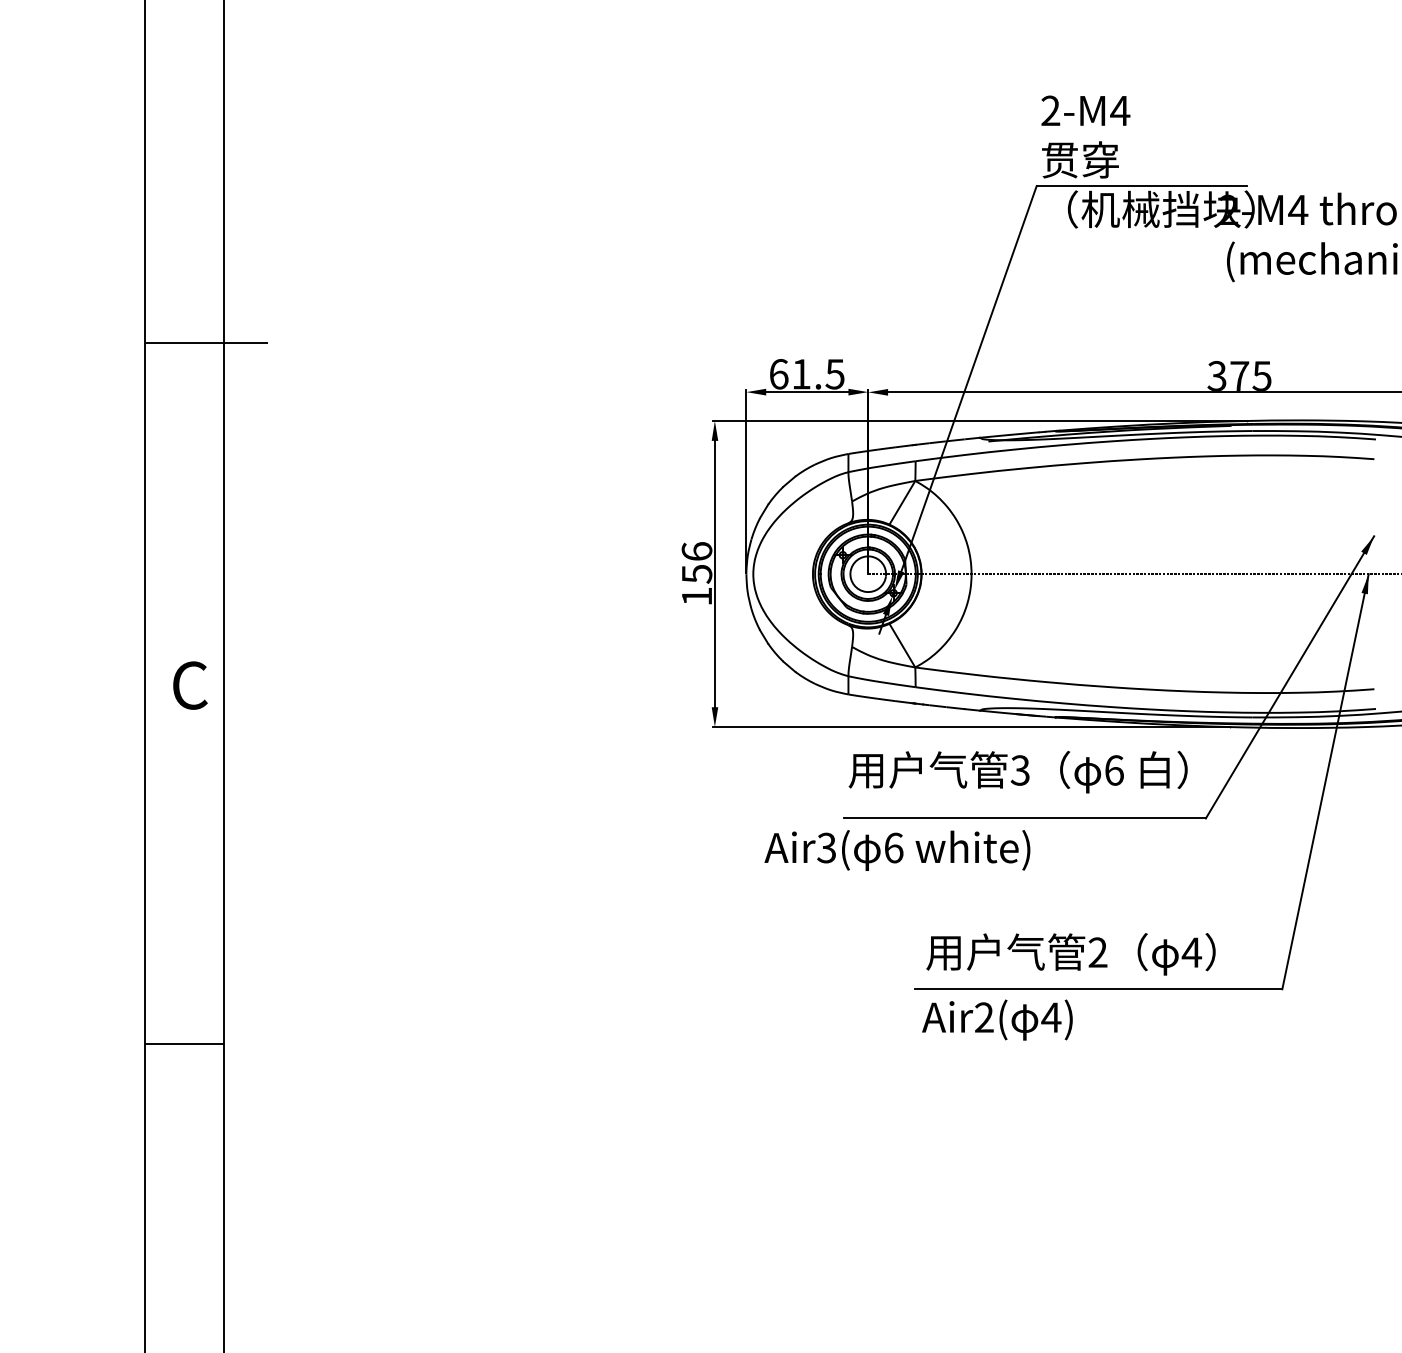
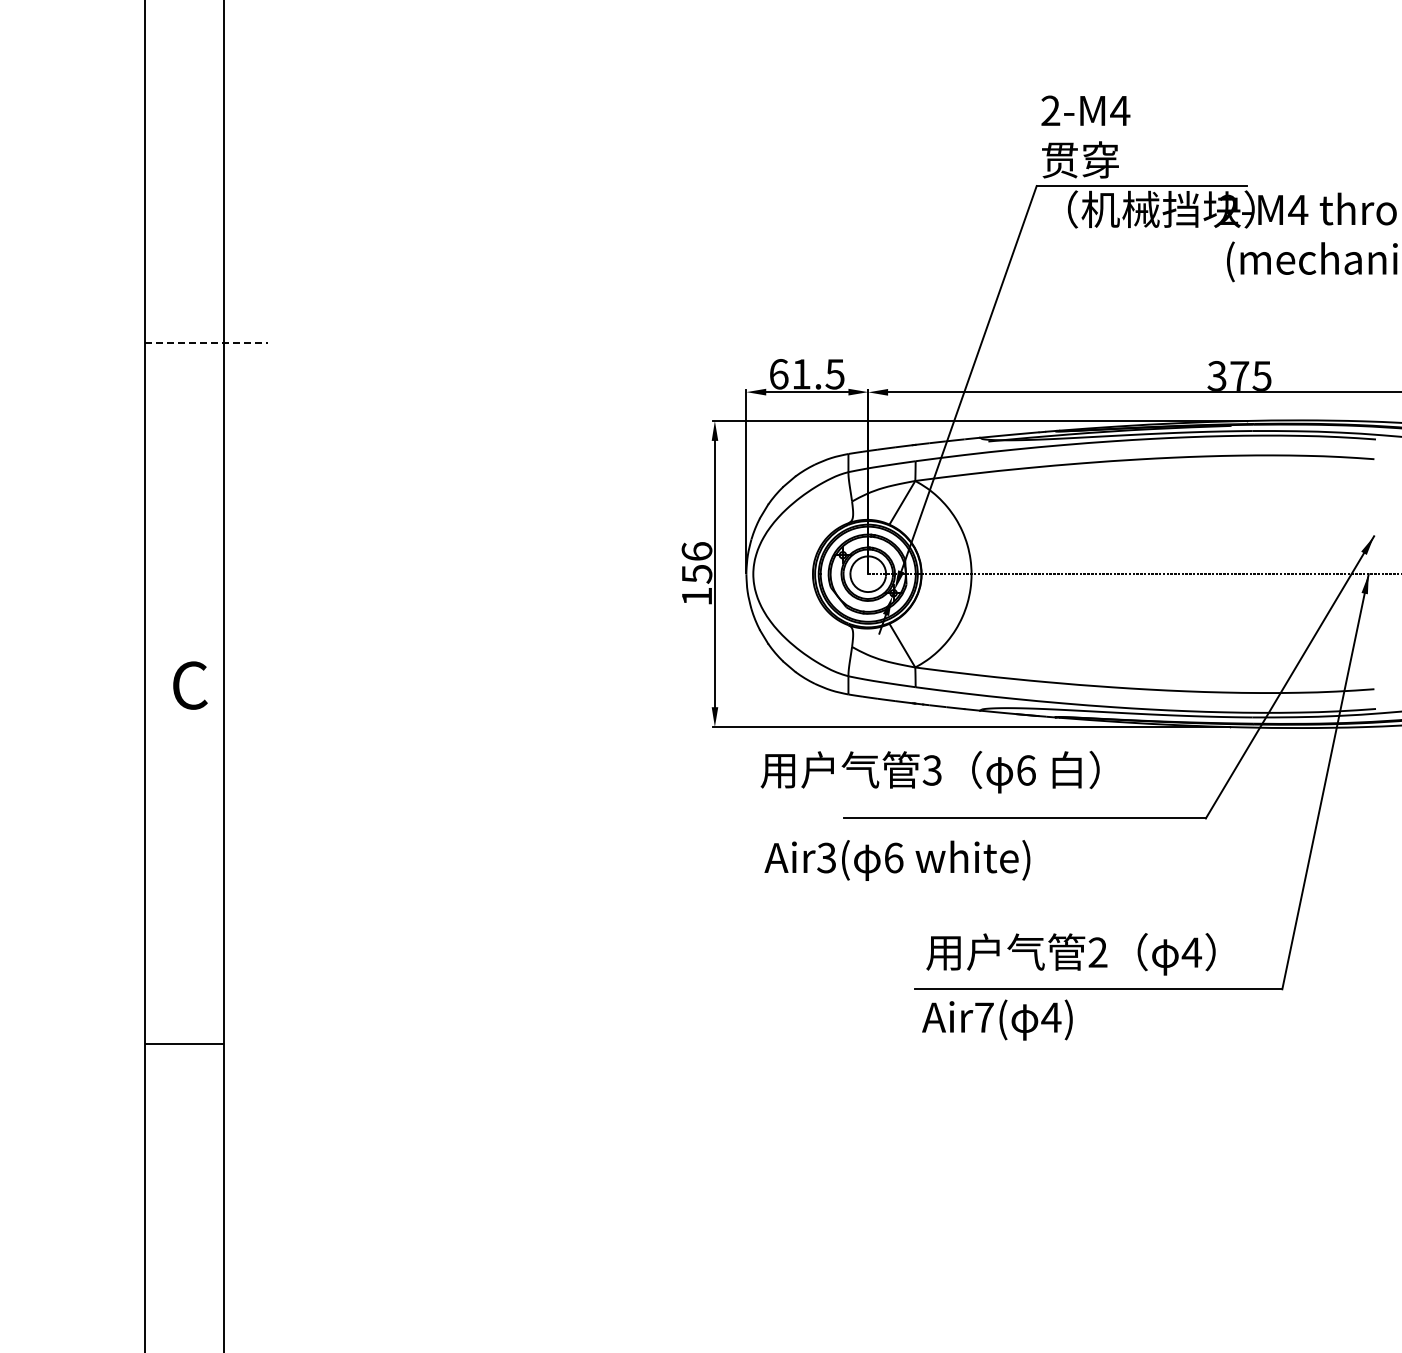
line at (206, 343): solid -> dashed
text at (1017, 771) position: (1017, 771) -> (929, 771)
text at (897, 850) position: (897, 850) -> (897, 860)
text at (984, 1017): Air2( -> Air7(
